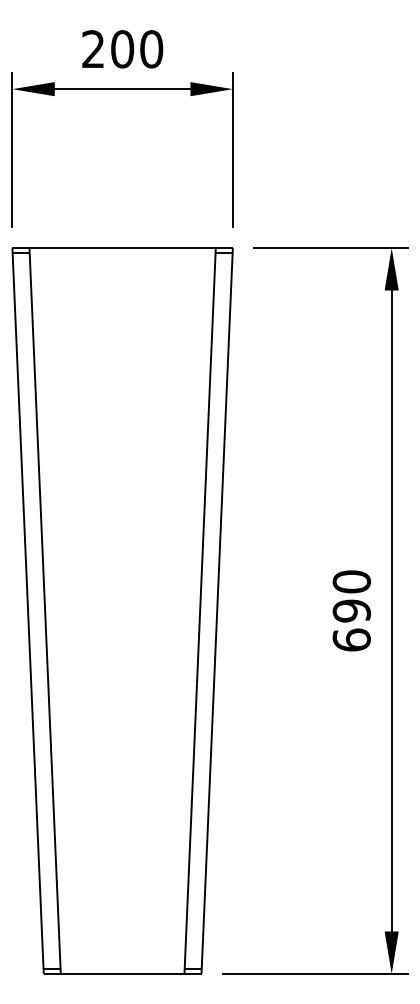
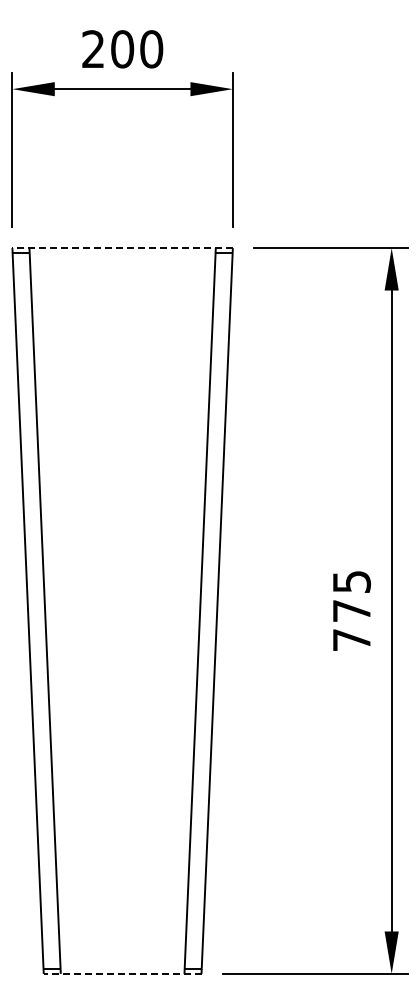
line at (122, 248): solid -> dashed
text at (351, 610): 690 -> 775
line at (122, 973): solid -> dashed
